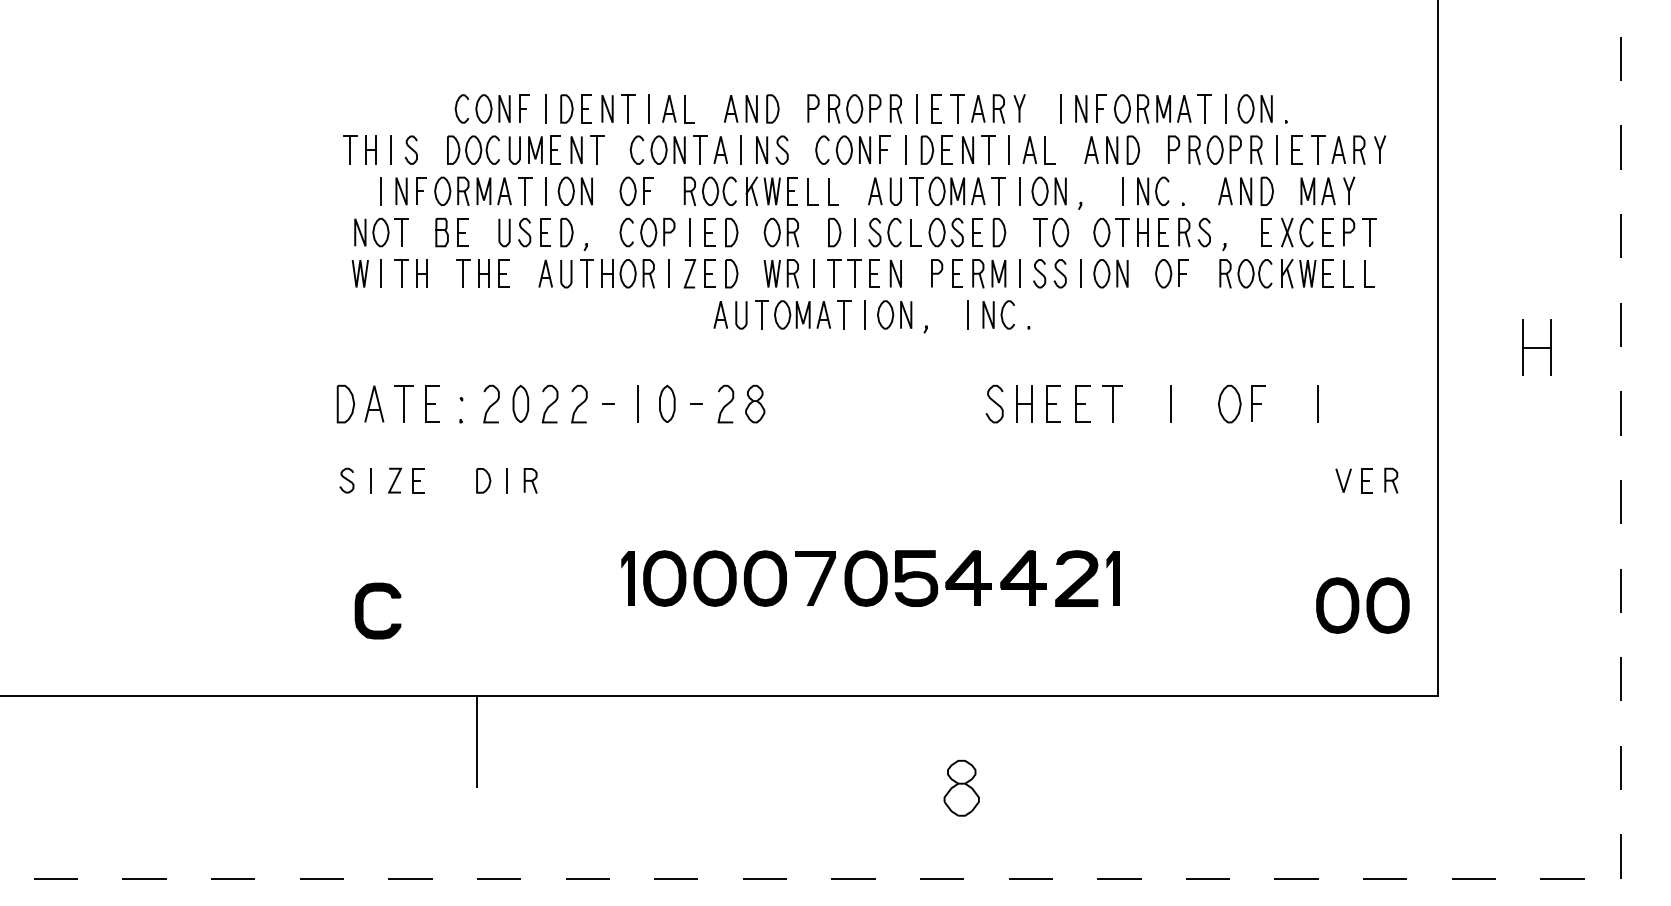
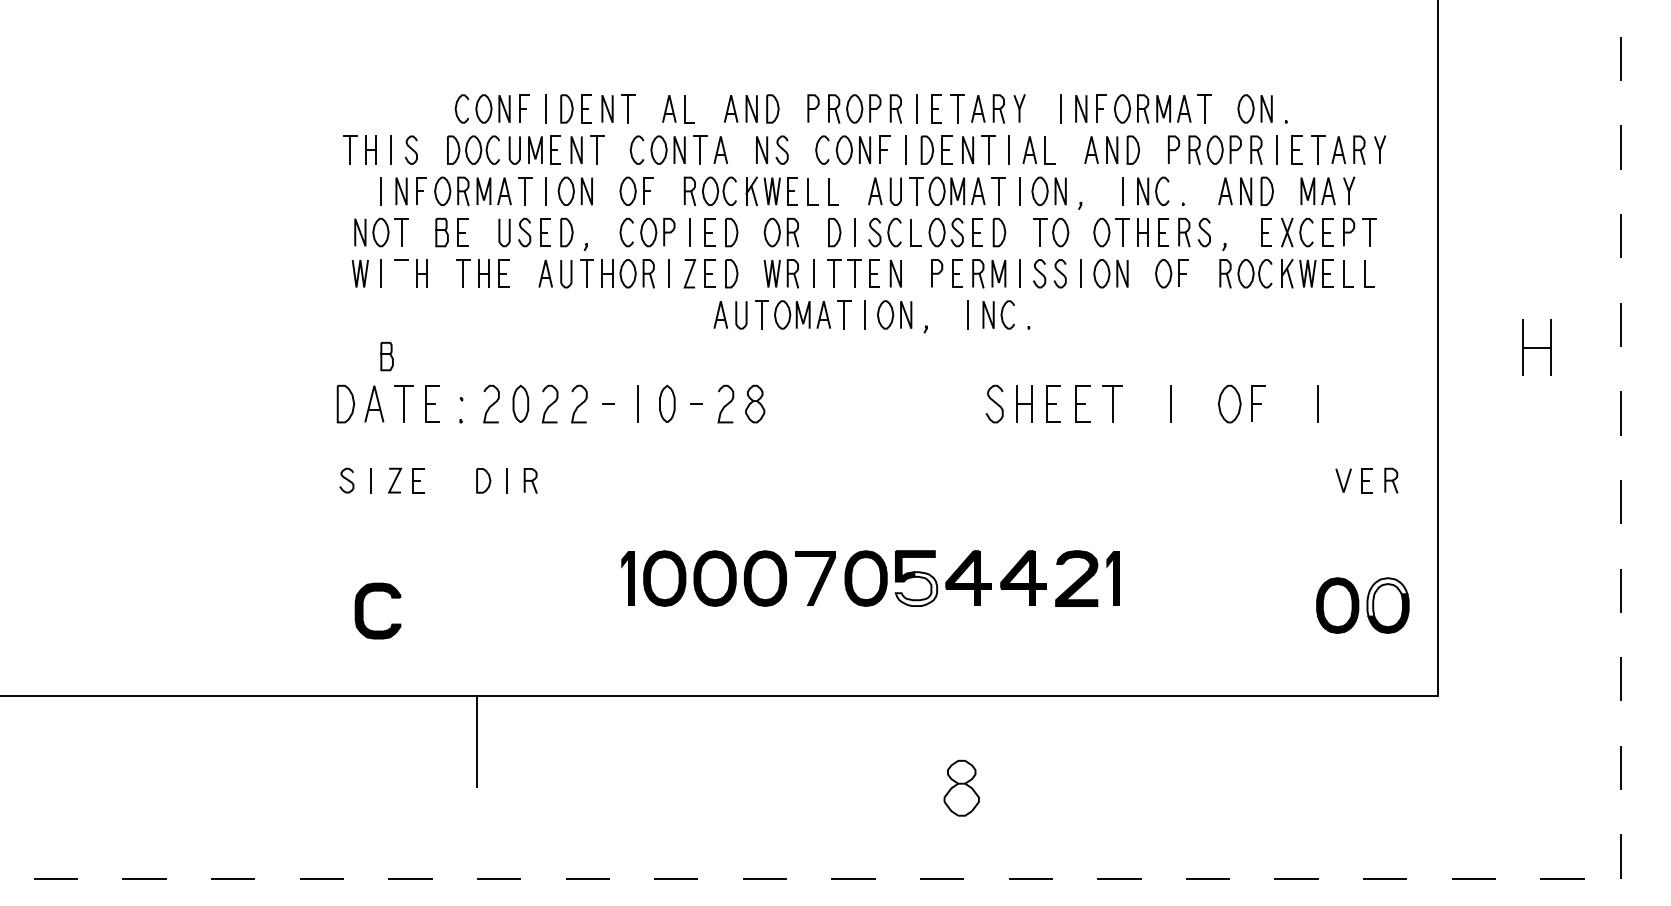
line at (648, 108): present -> none
line at (1225, 108): present -> none
line at (741, 149): present -> none
line at (401, 273): present -> none
part at (386, 356): none -> present
fill at (916, 589): present -> none
fill at (1387, 597): present -> none
